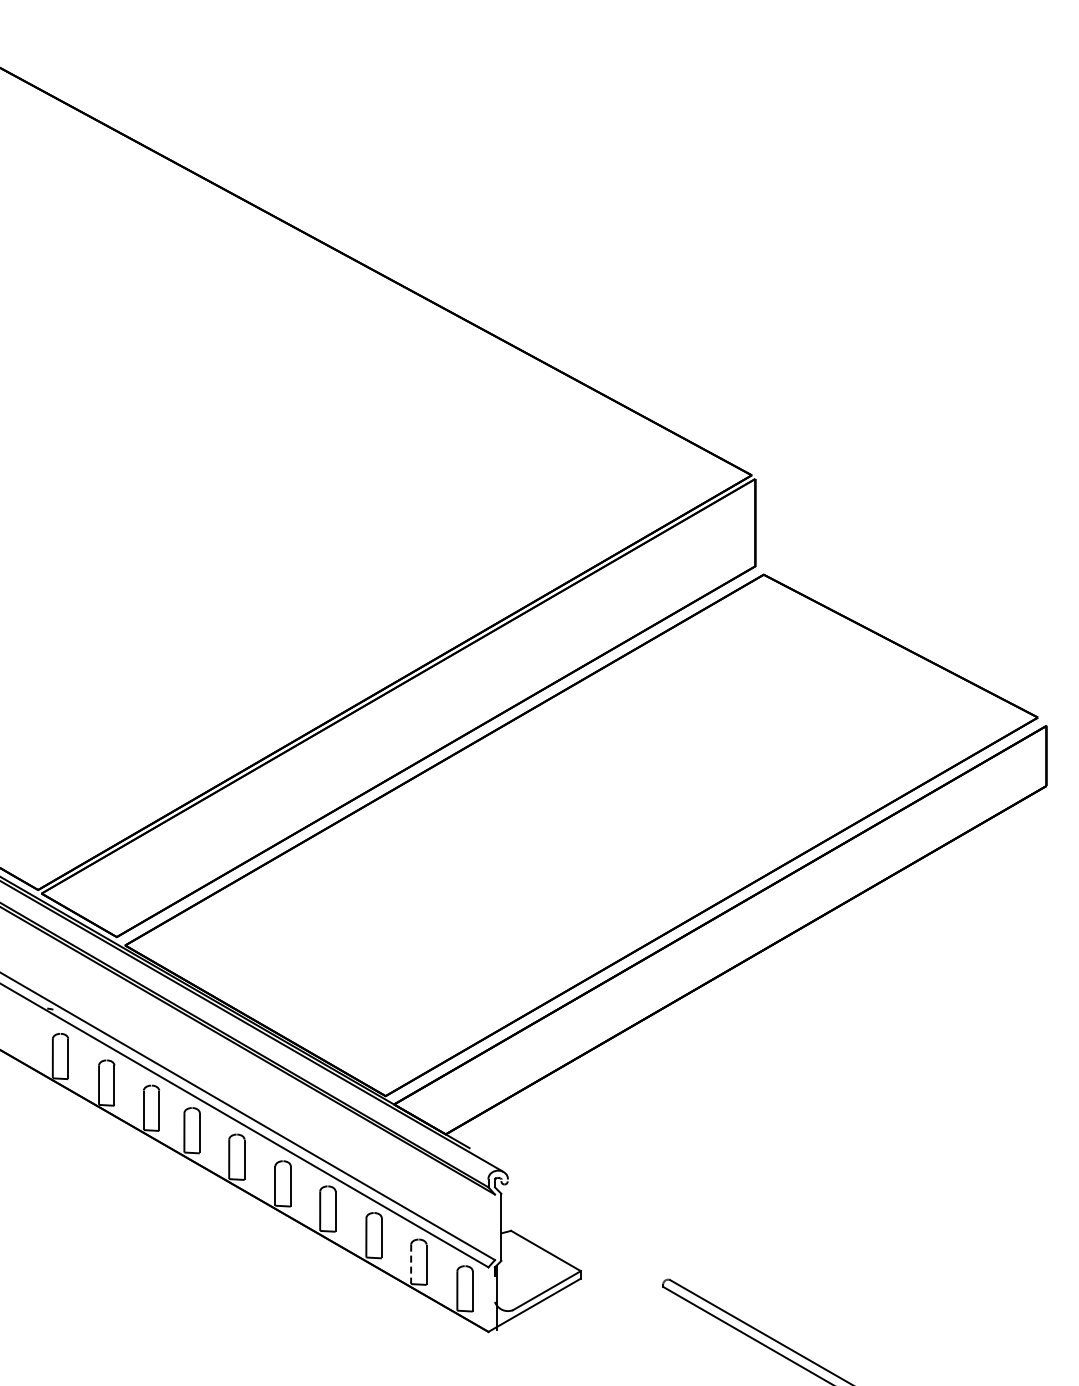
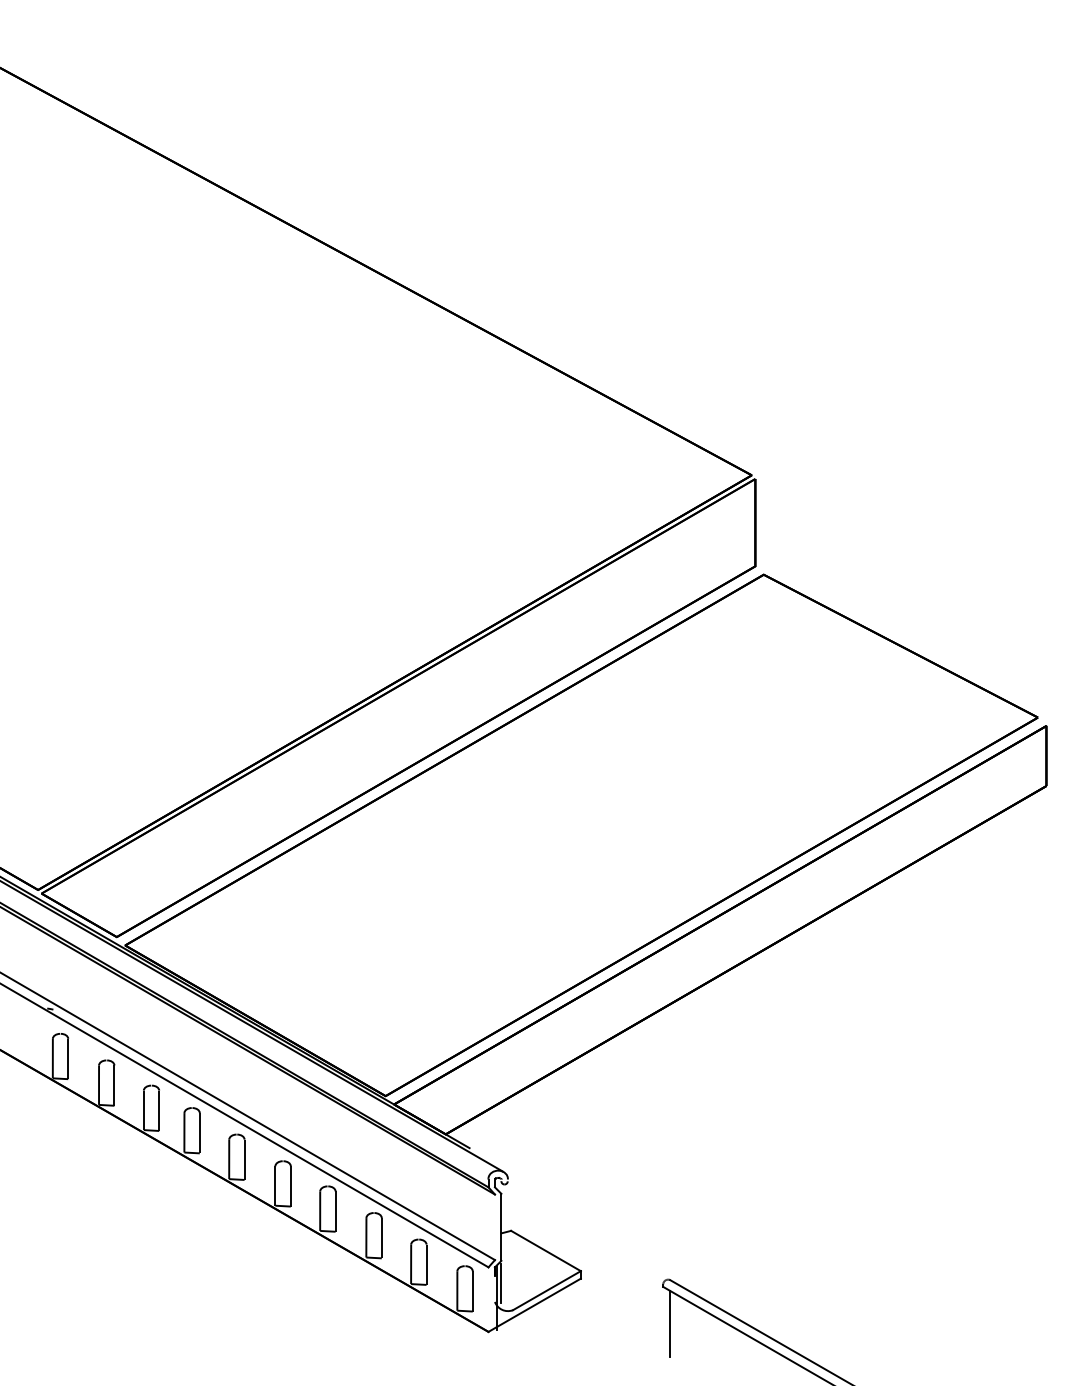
line at (411, 1264): dashed -> solid
line at (501, 1283): none -> present
line at (669, 1323): none -> present
